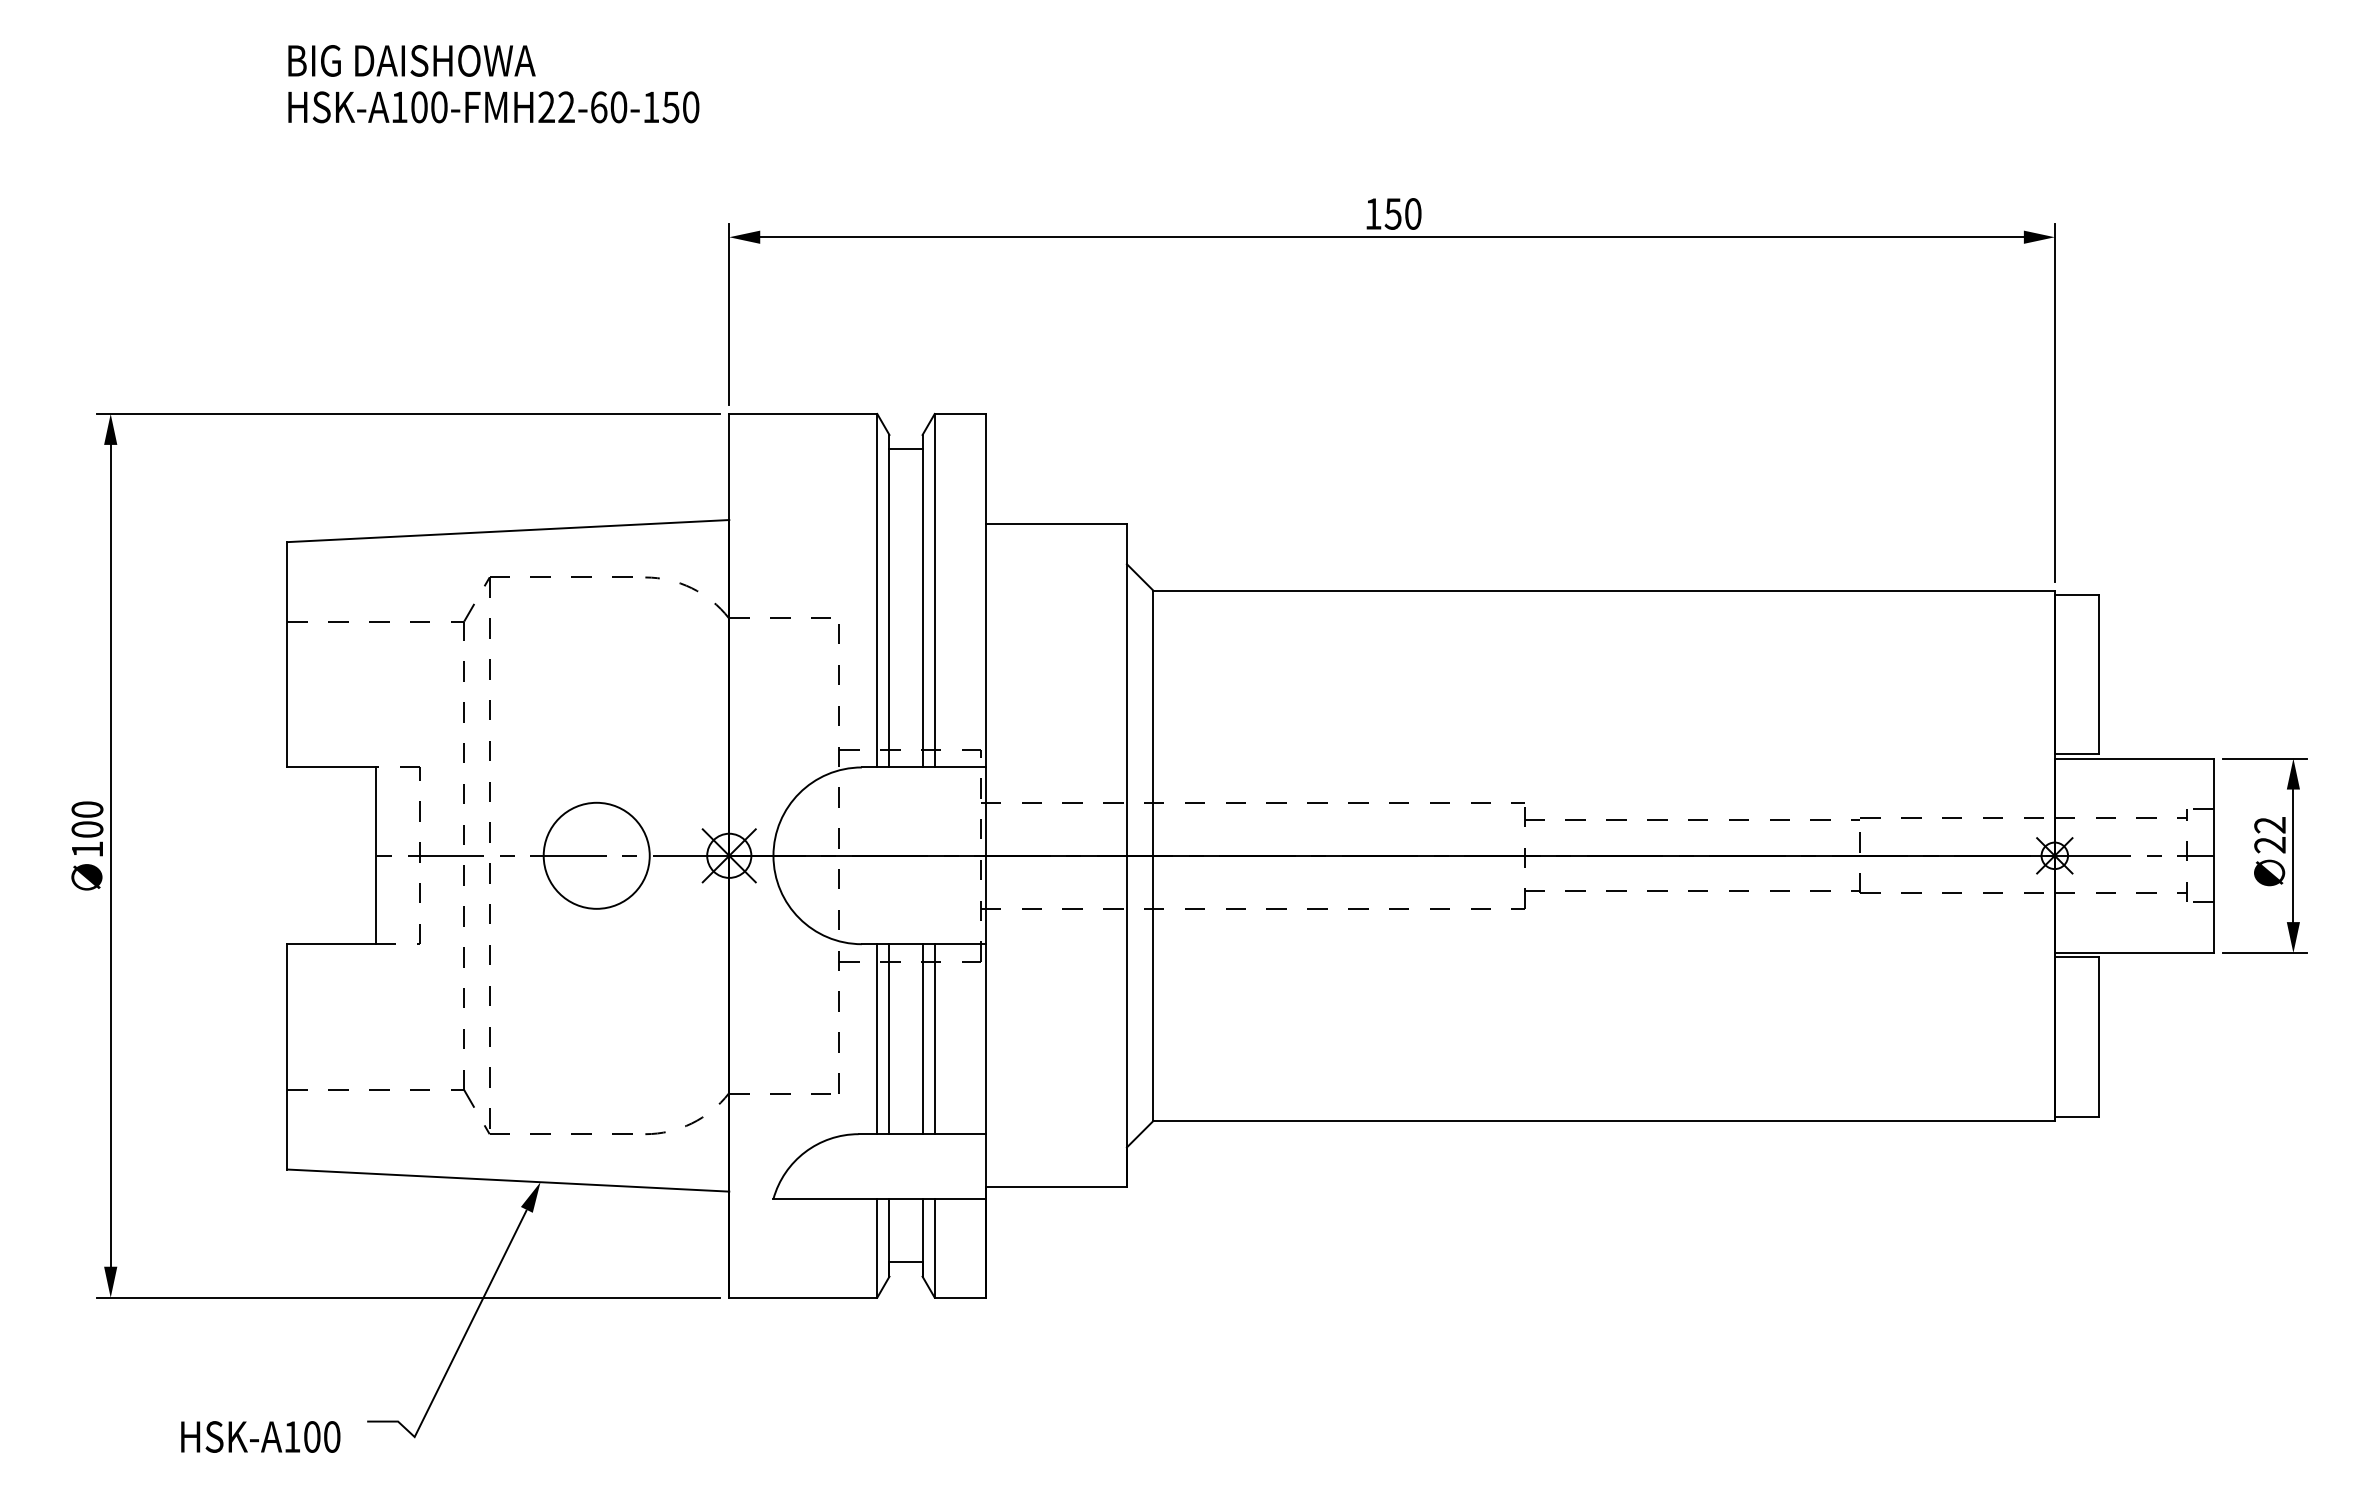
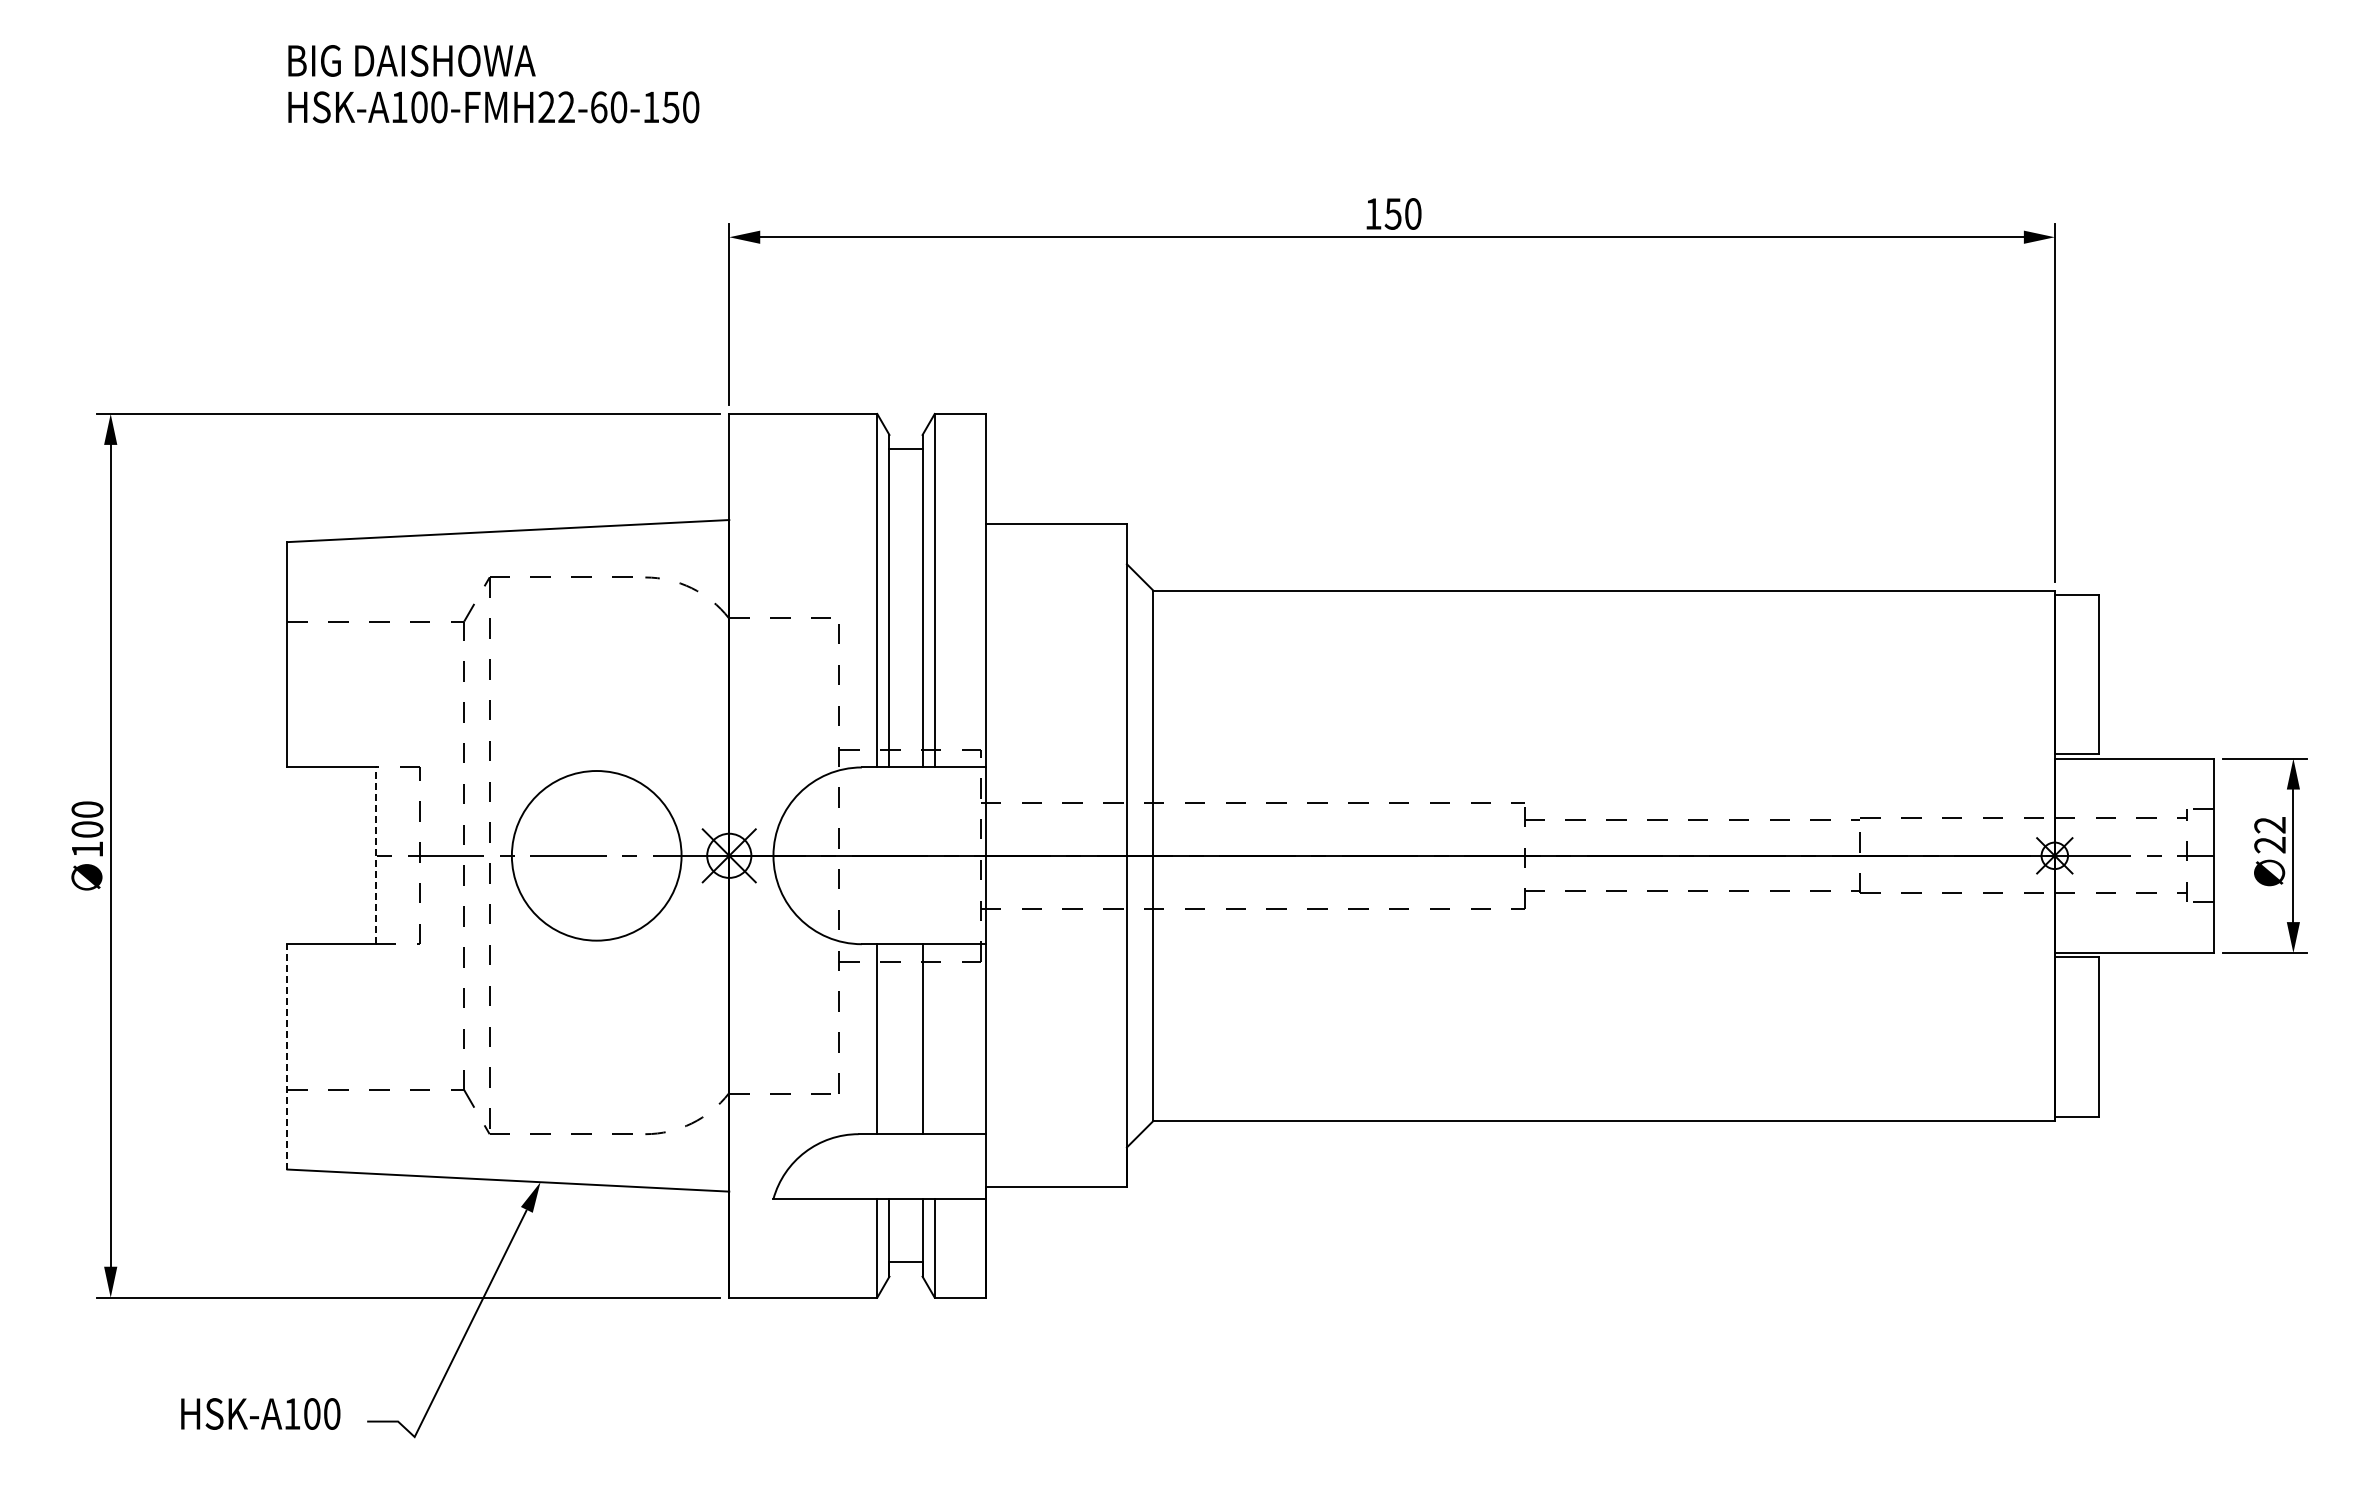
line at (375, 855): solid -> dashed
circle at (596, 855) diameter: 106 px -> 170 px
line at (889, 1039): present -> none
line at (934, 1039): present -> none
line at (287, 1056): solid -> dashed
text at (260, 1436) position: (260, 1436) -> (260, 1413)
